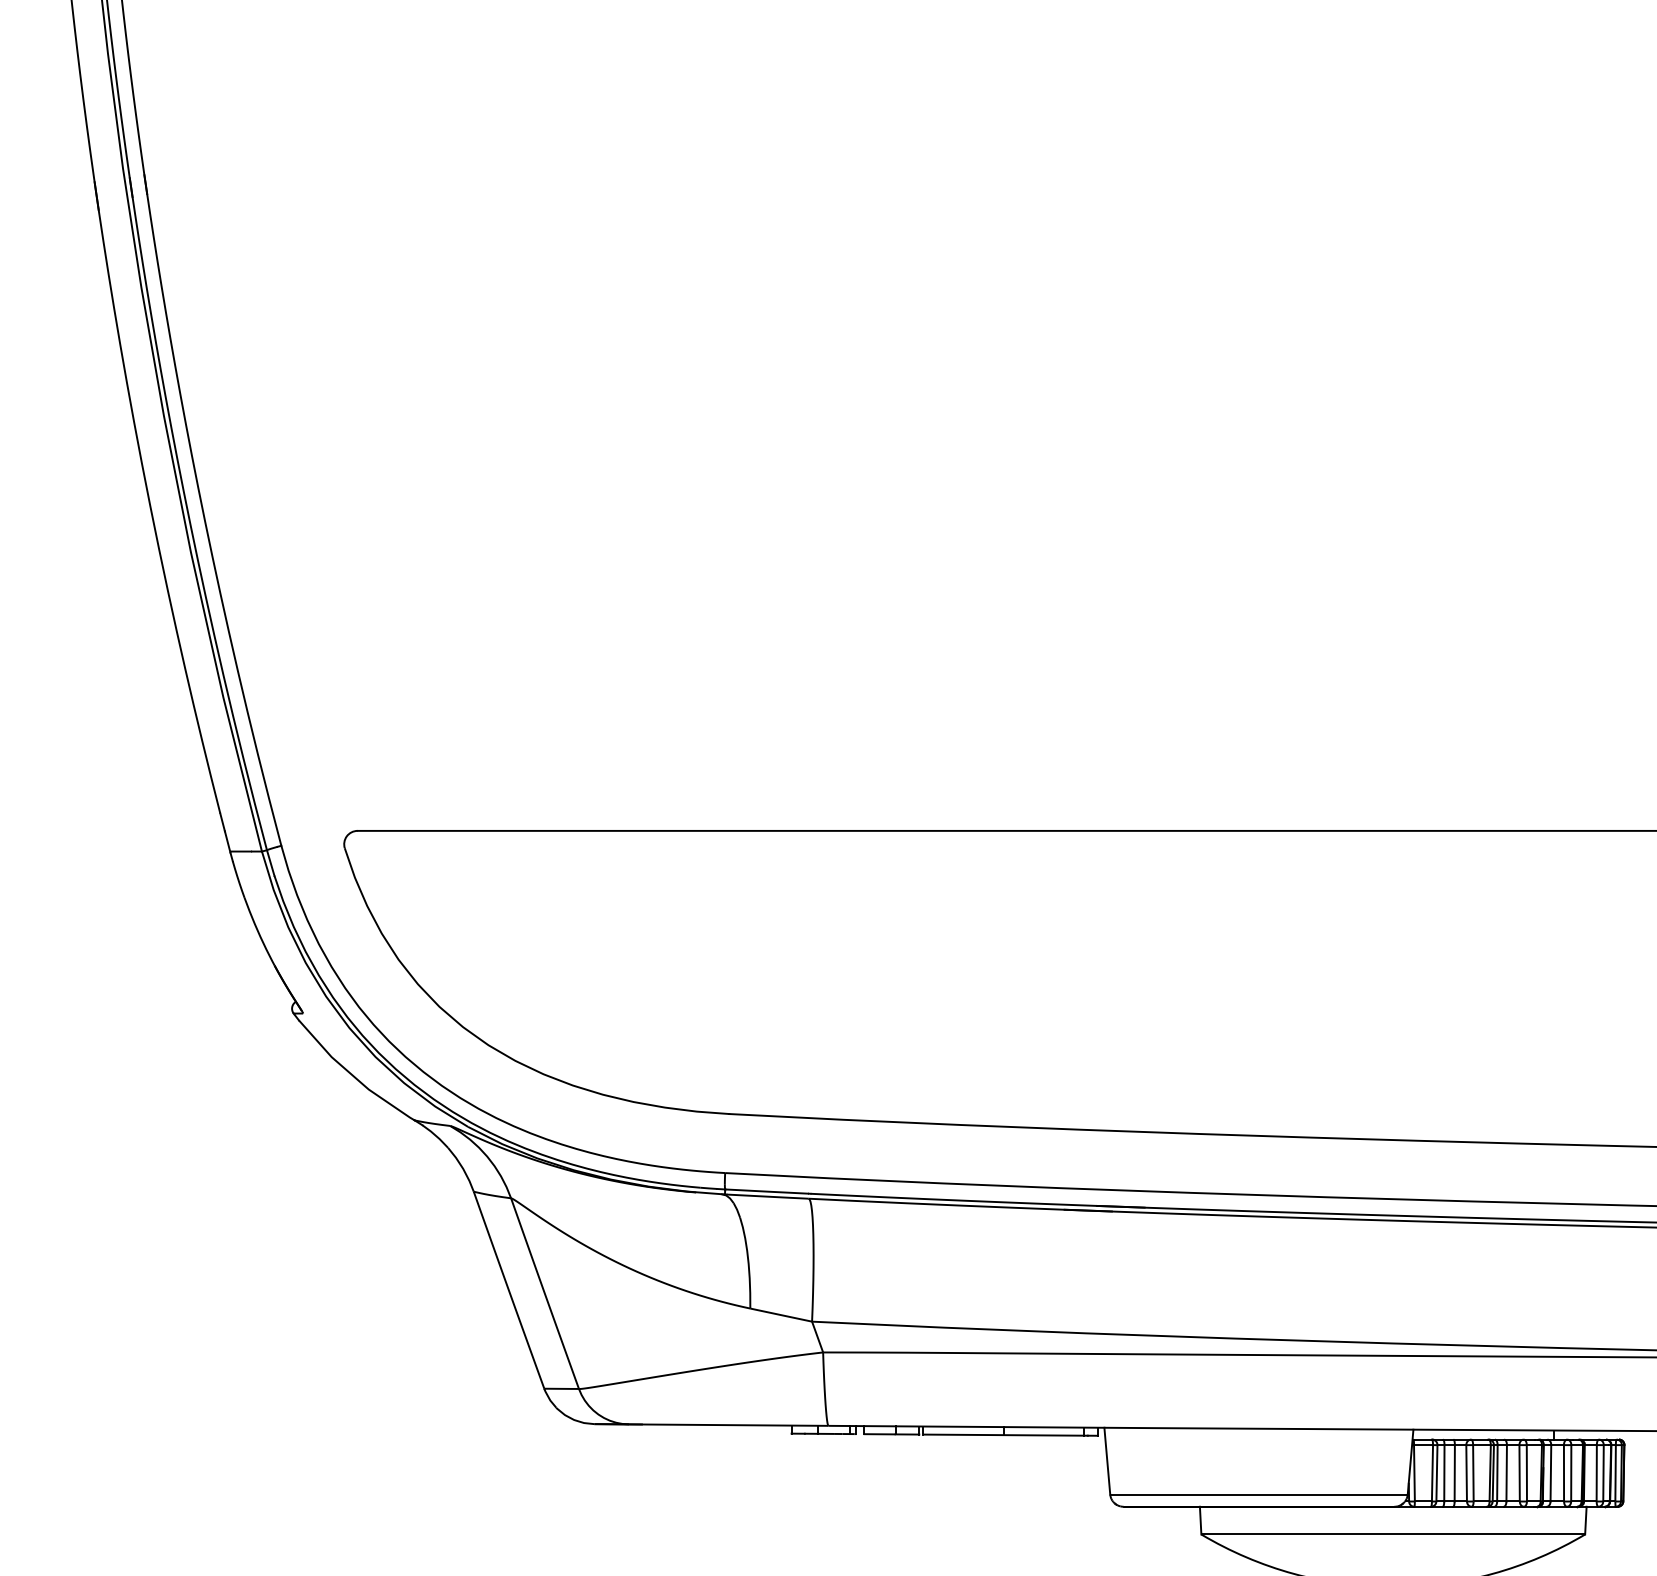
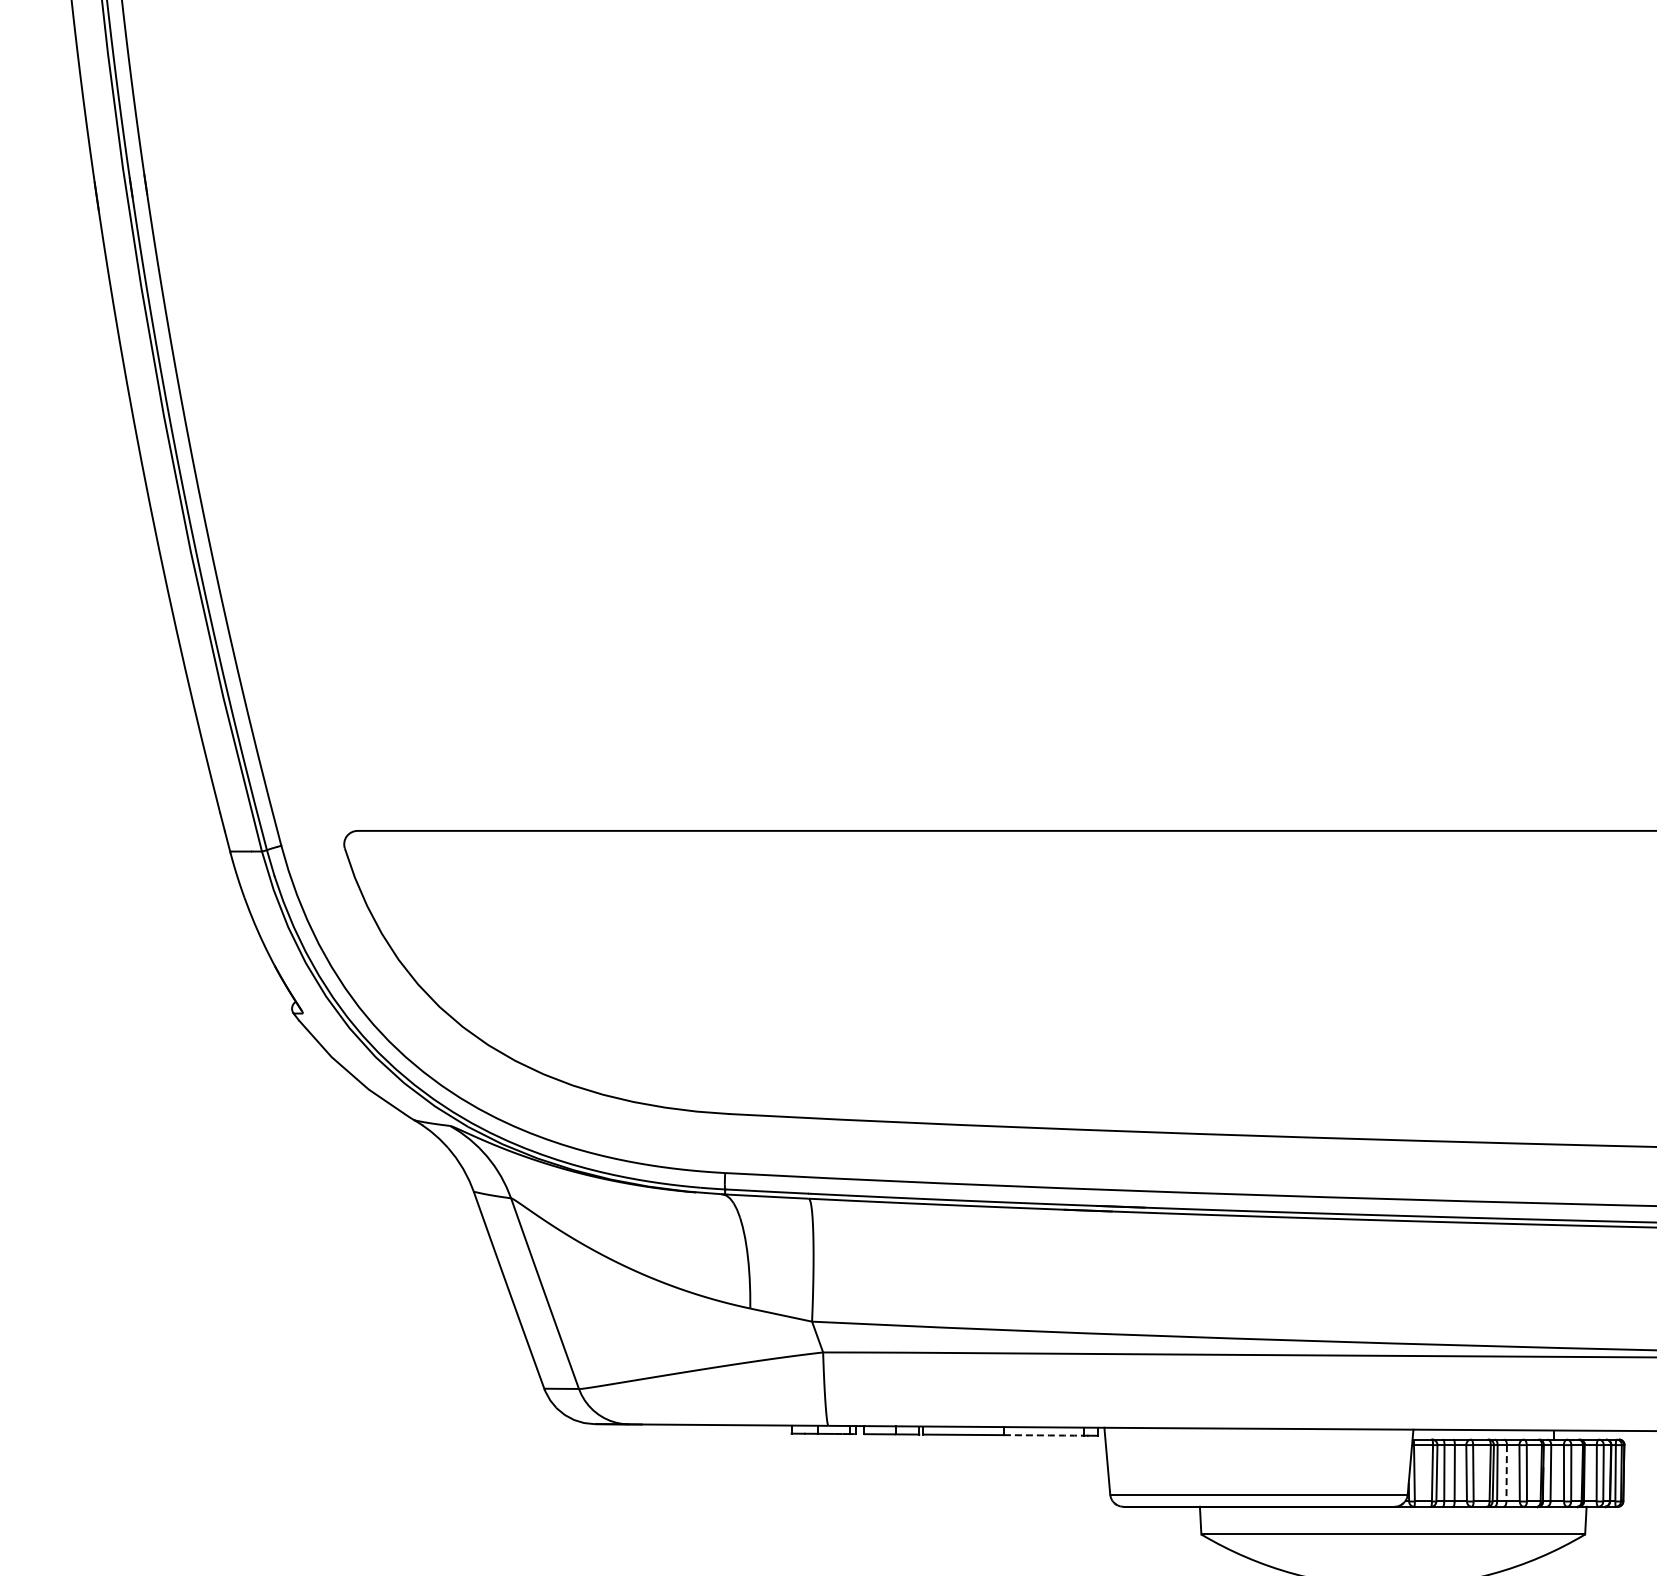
arc at (1044, 1435): solid -> dashed
line at (1506, 1473): solid -> dashed
